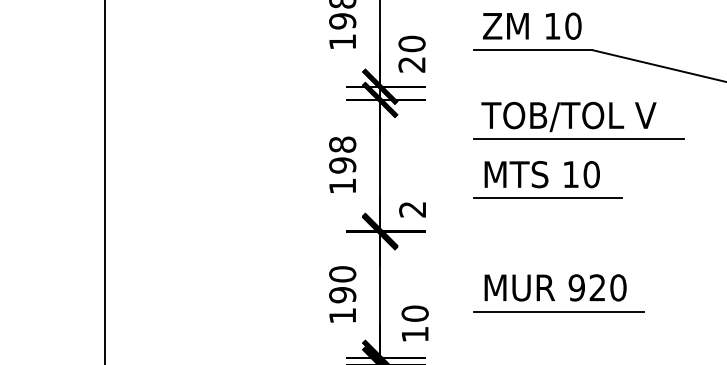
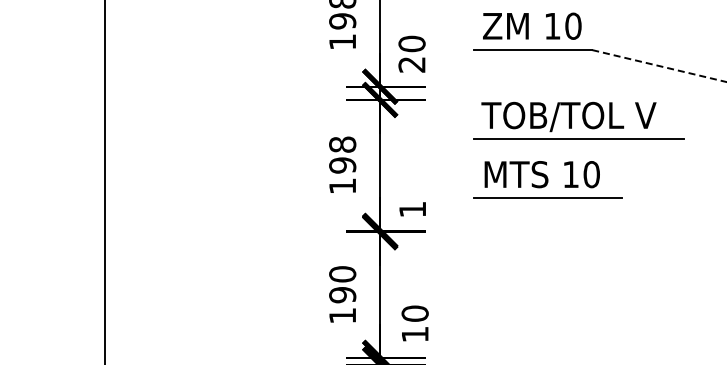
line at (659, 66): solid -> dashed
text at (412, 209): 2 -> 1
part at (558, 293): present -> none
